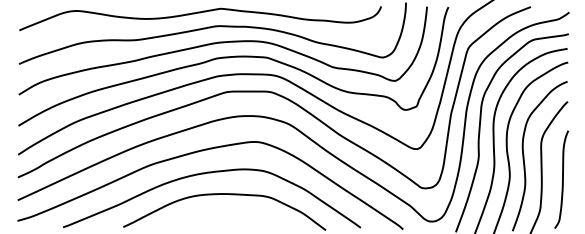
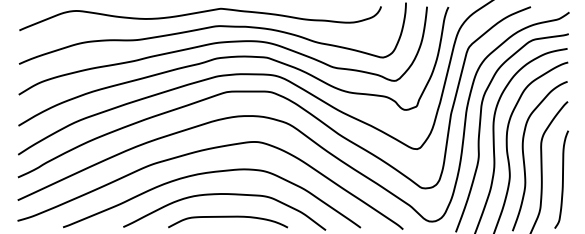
curve at (227, 217): none -> present
